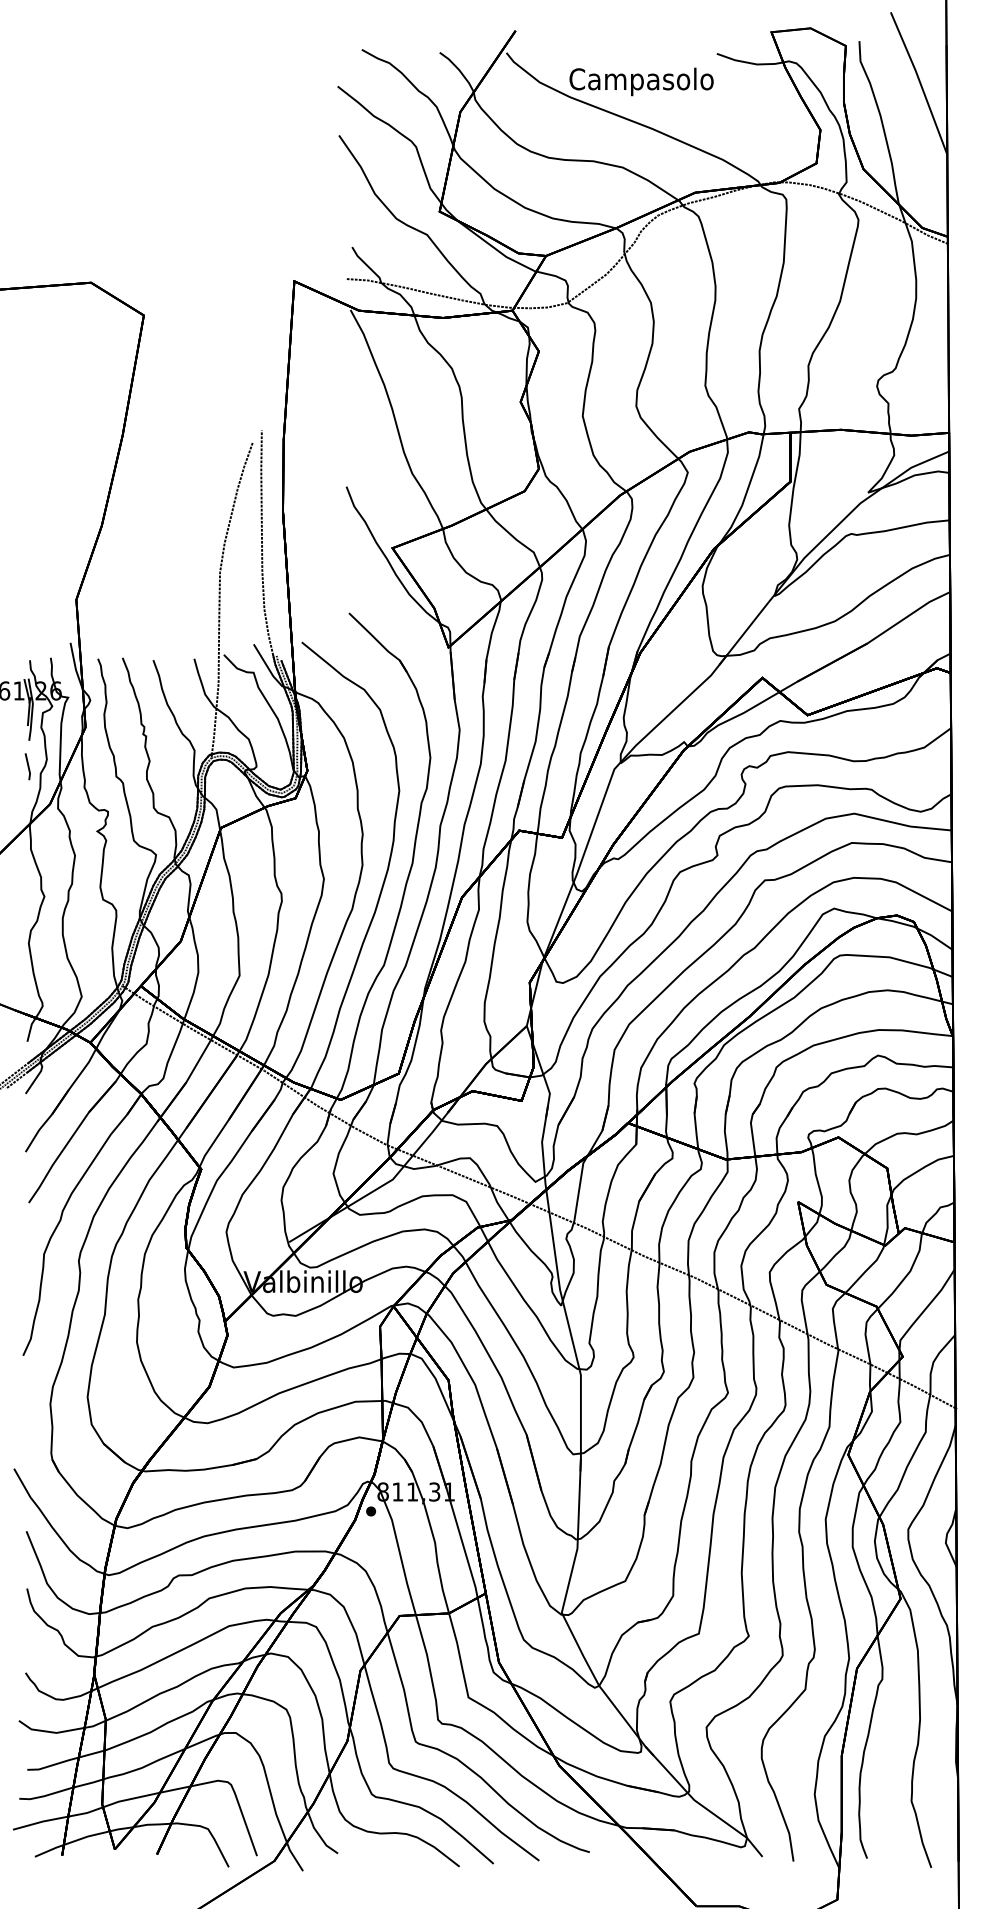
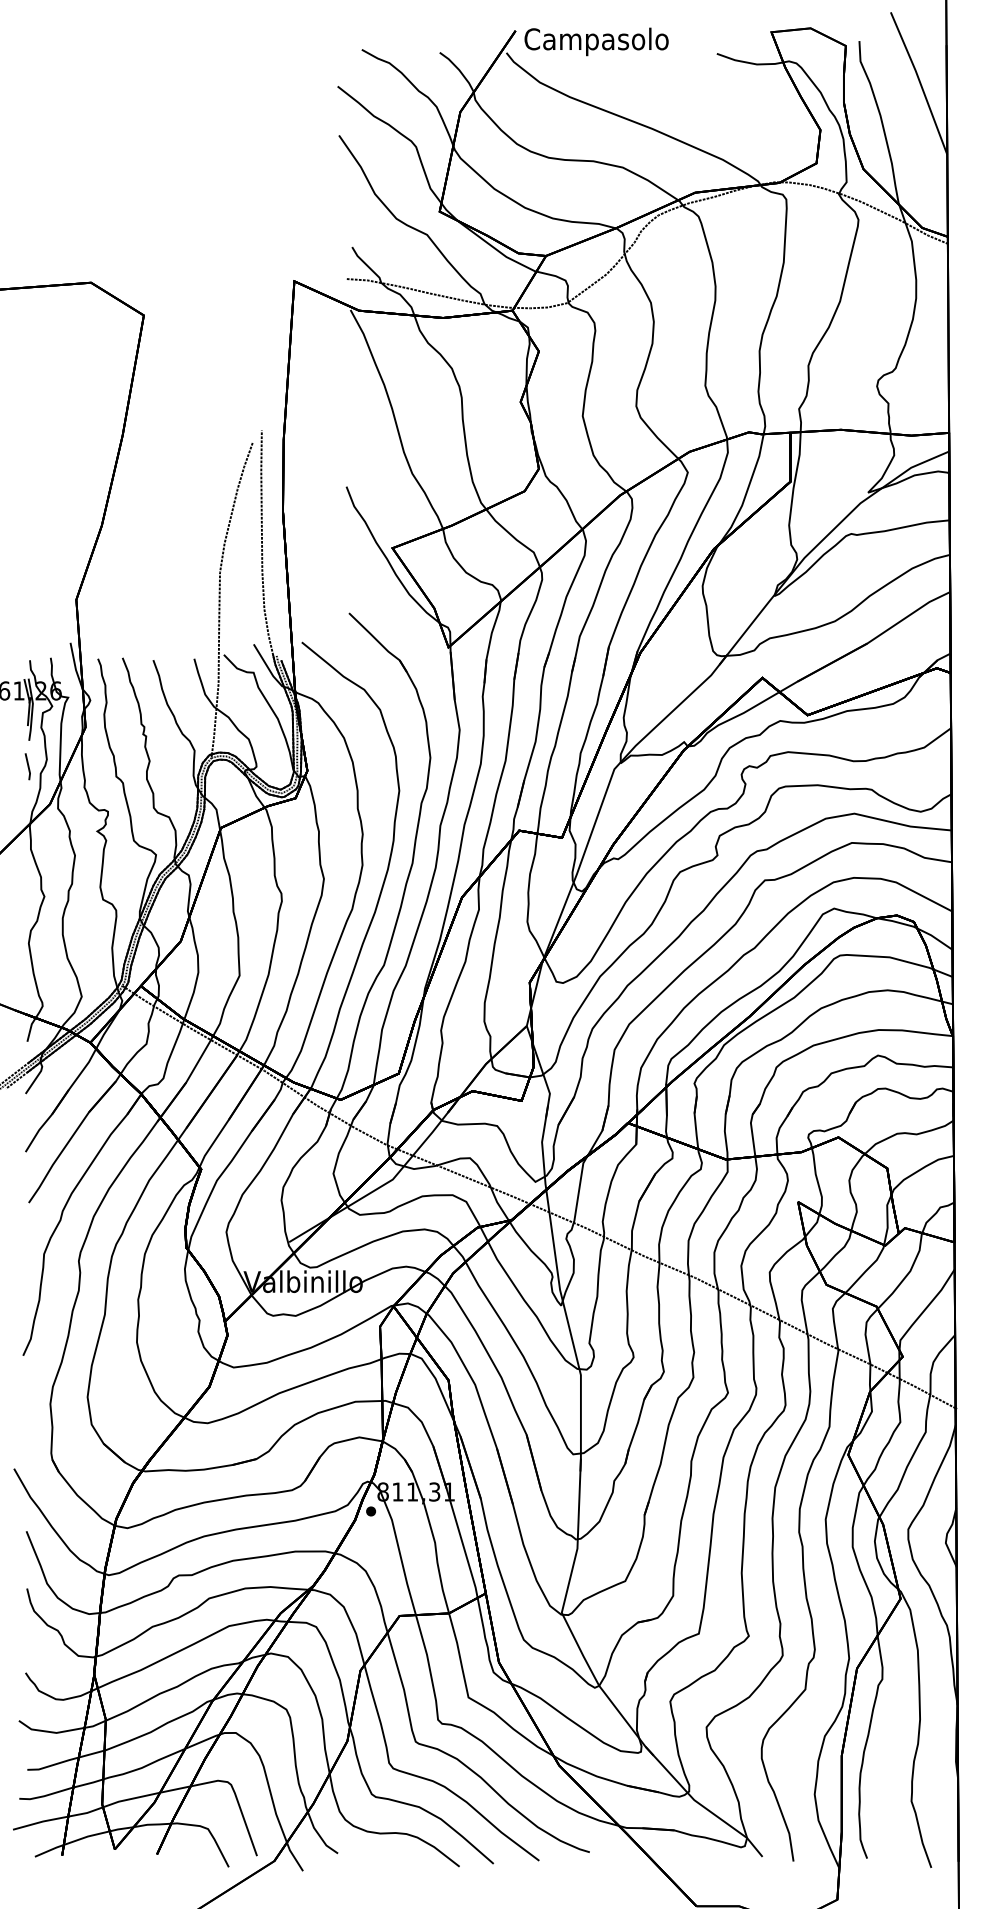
text at (641, 81) position: (641, 81) -> (596, 41)
